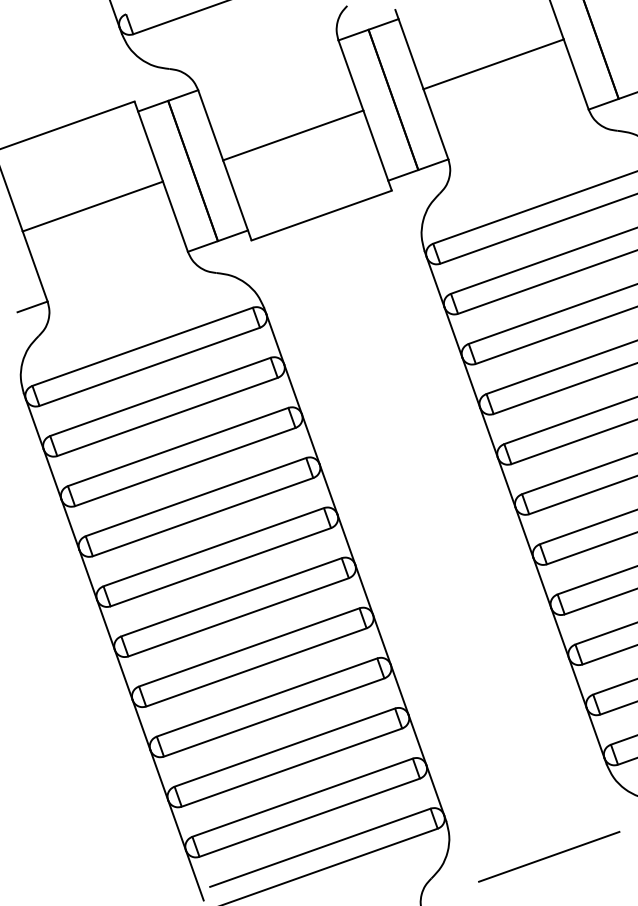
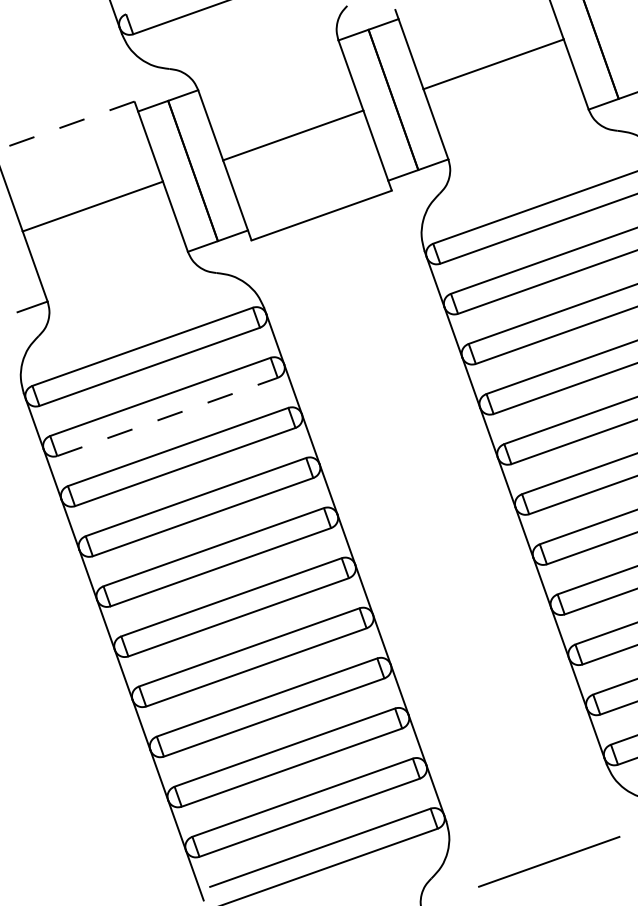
line at (67, 125): solid -> dashed
line at (167, 416): solid -> dashed
line at (549, 856) position: (549, 856) -> (549, 861)
